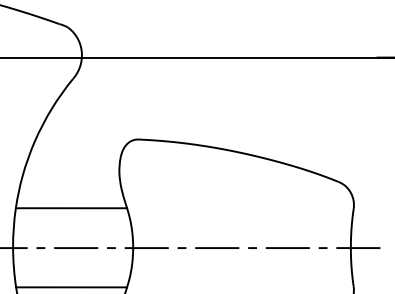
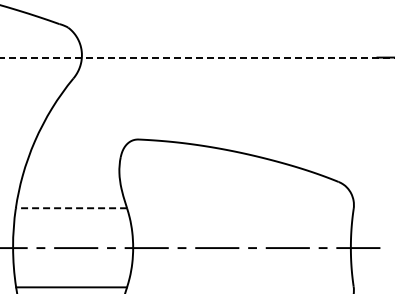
line at (197, 57): solid -> dashed
line at (71, 208): solid -> dashed
